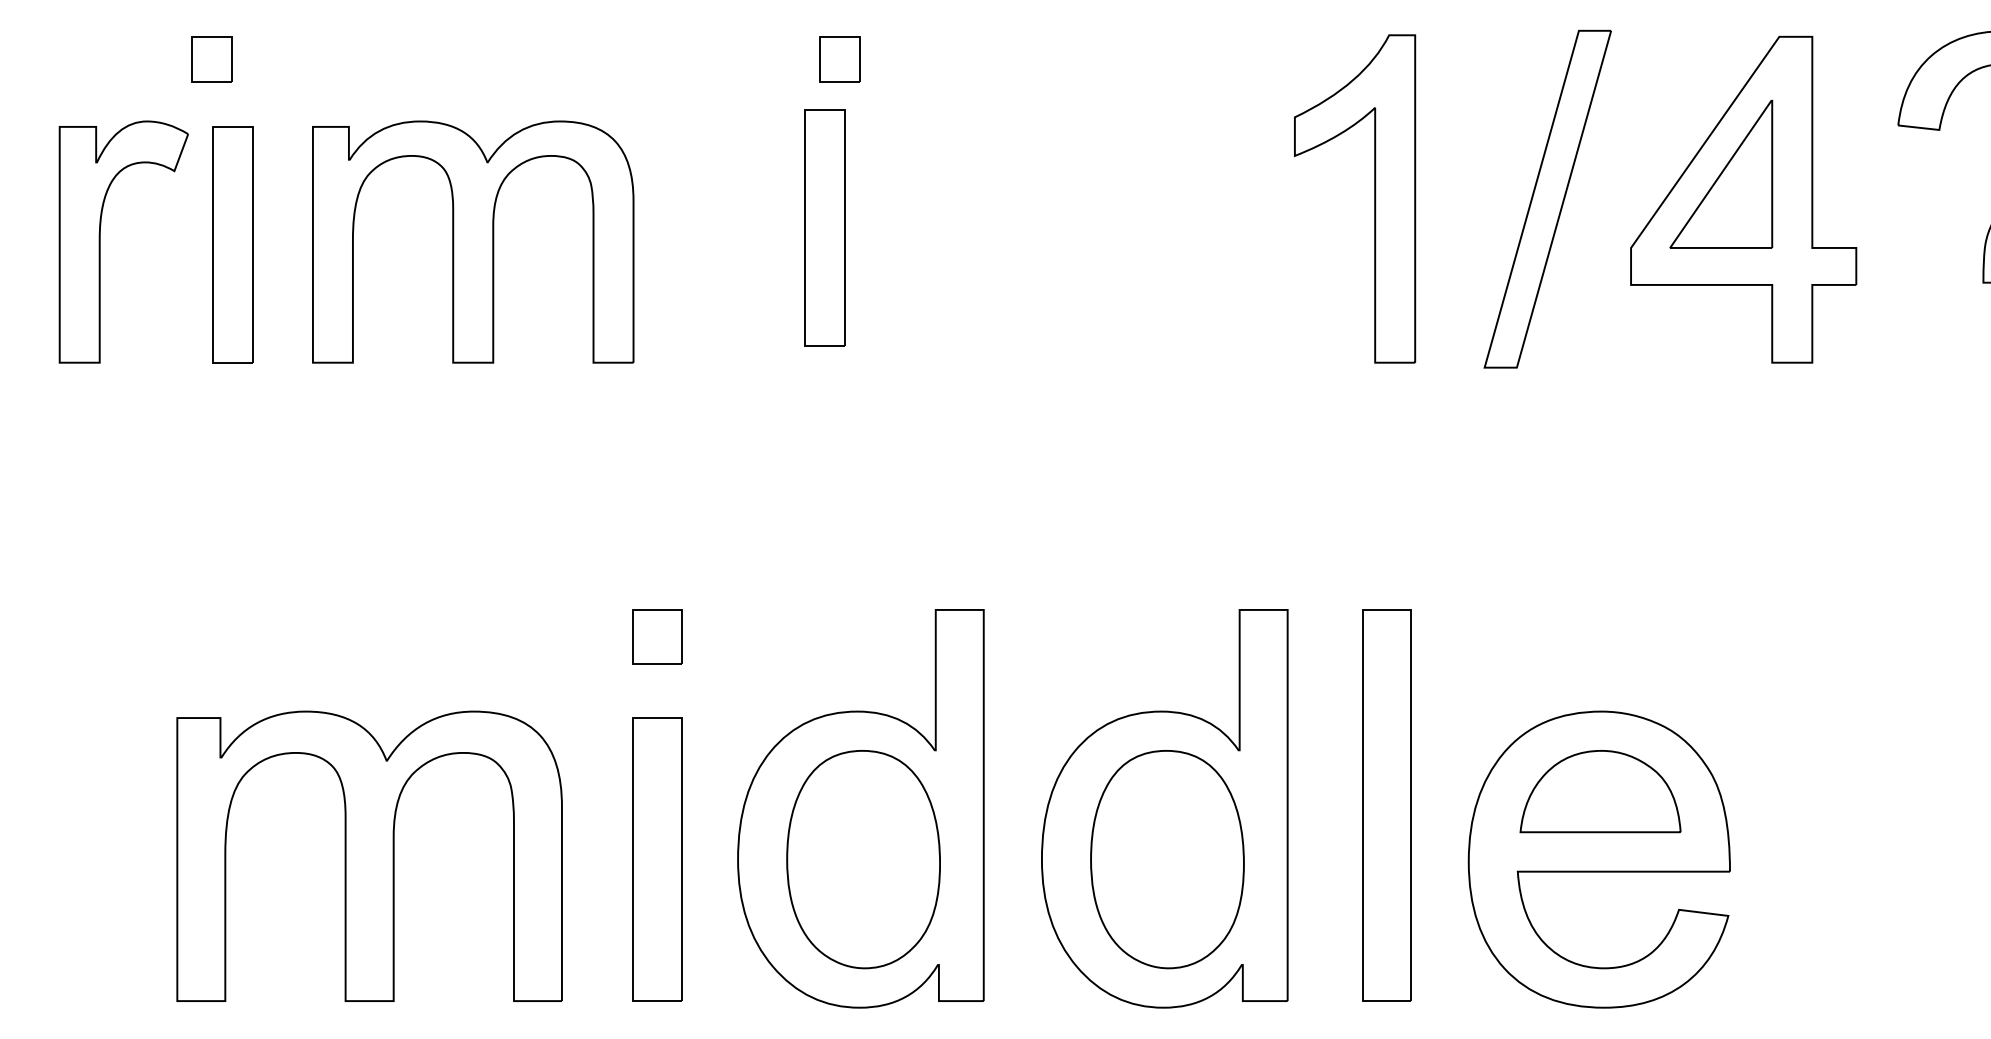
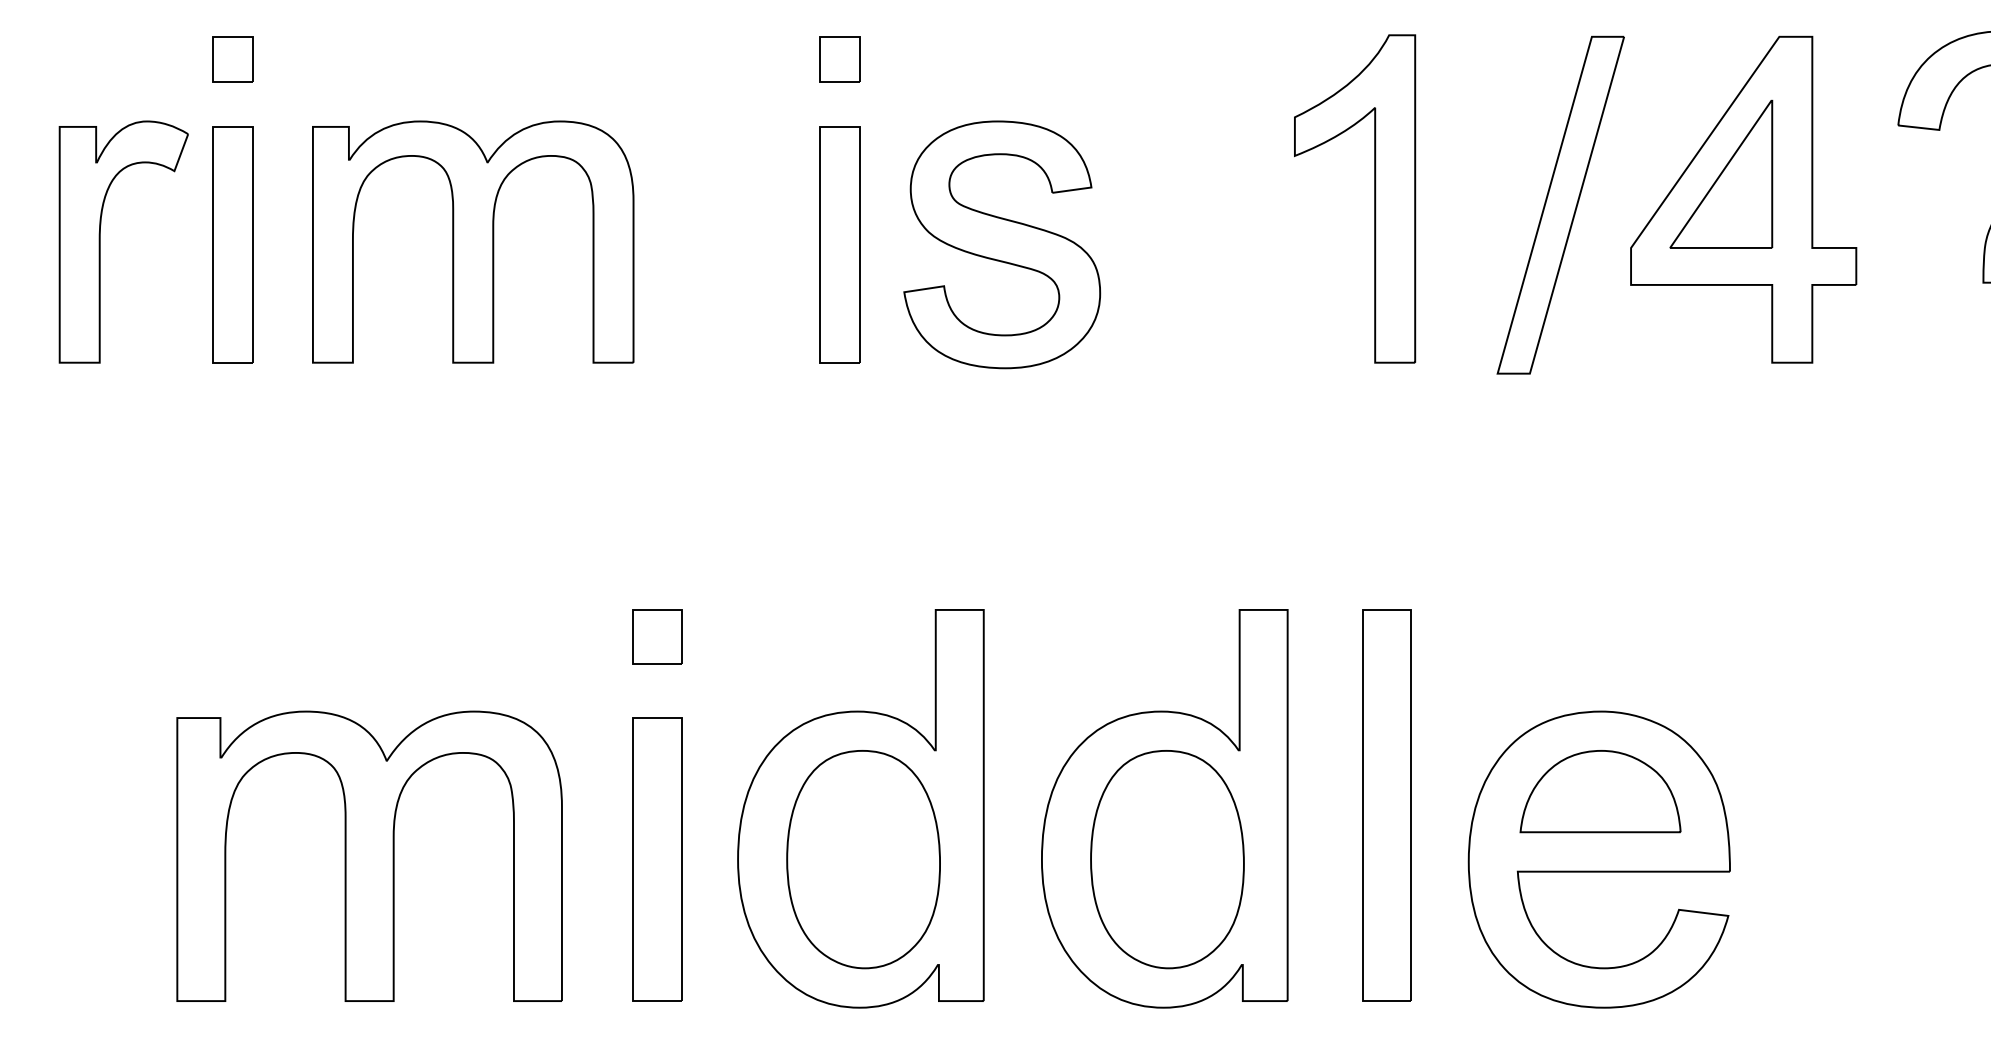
part at (211, 59) position: (211, 59) -> (232, 59)
part at (1547, 198) position: (1547, 198) -> (1560, 204)
part at (824, 227) position: (824, 227) -> (839, 244)
part at (1002, 244): none -> present
